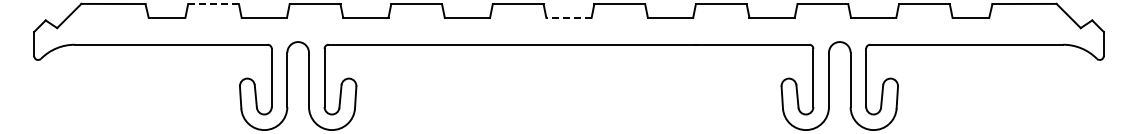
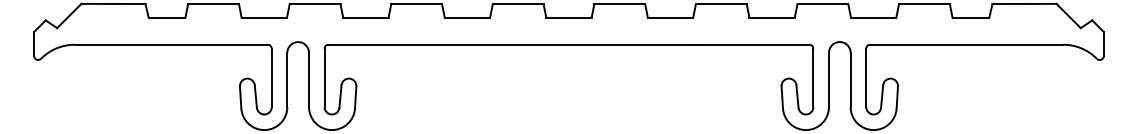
line at (213, 4): dashed -> solid
line at (569, 17): dashed -> solid
